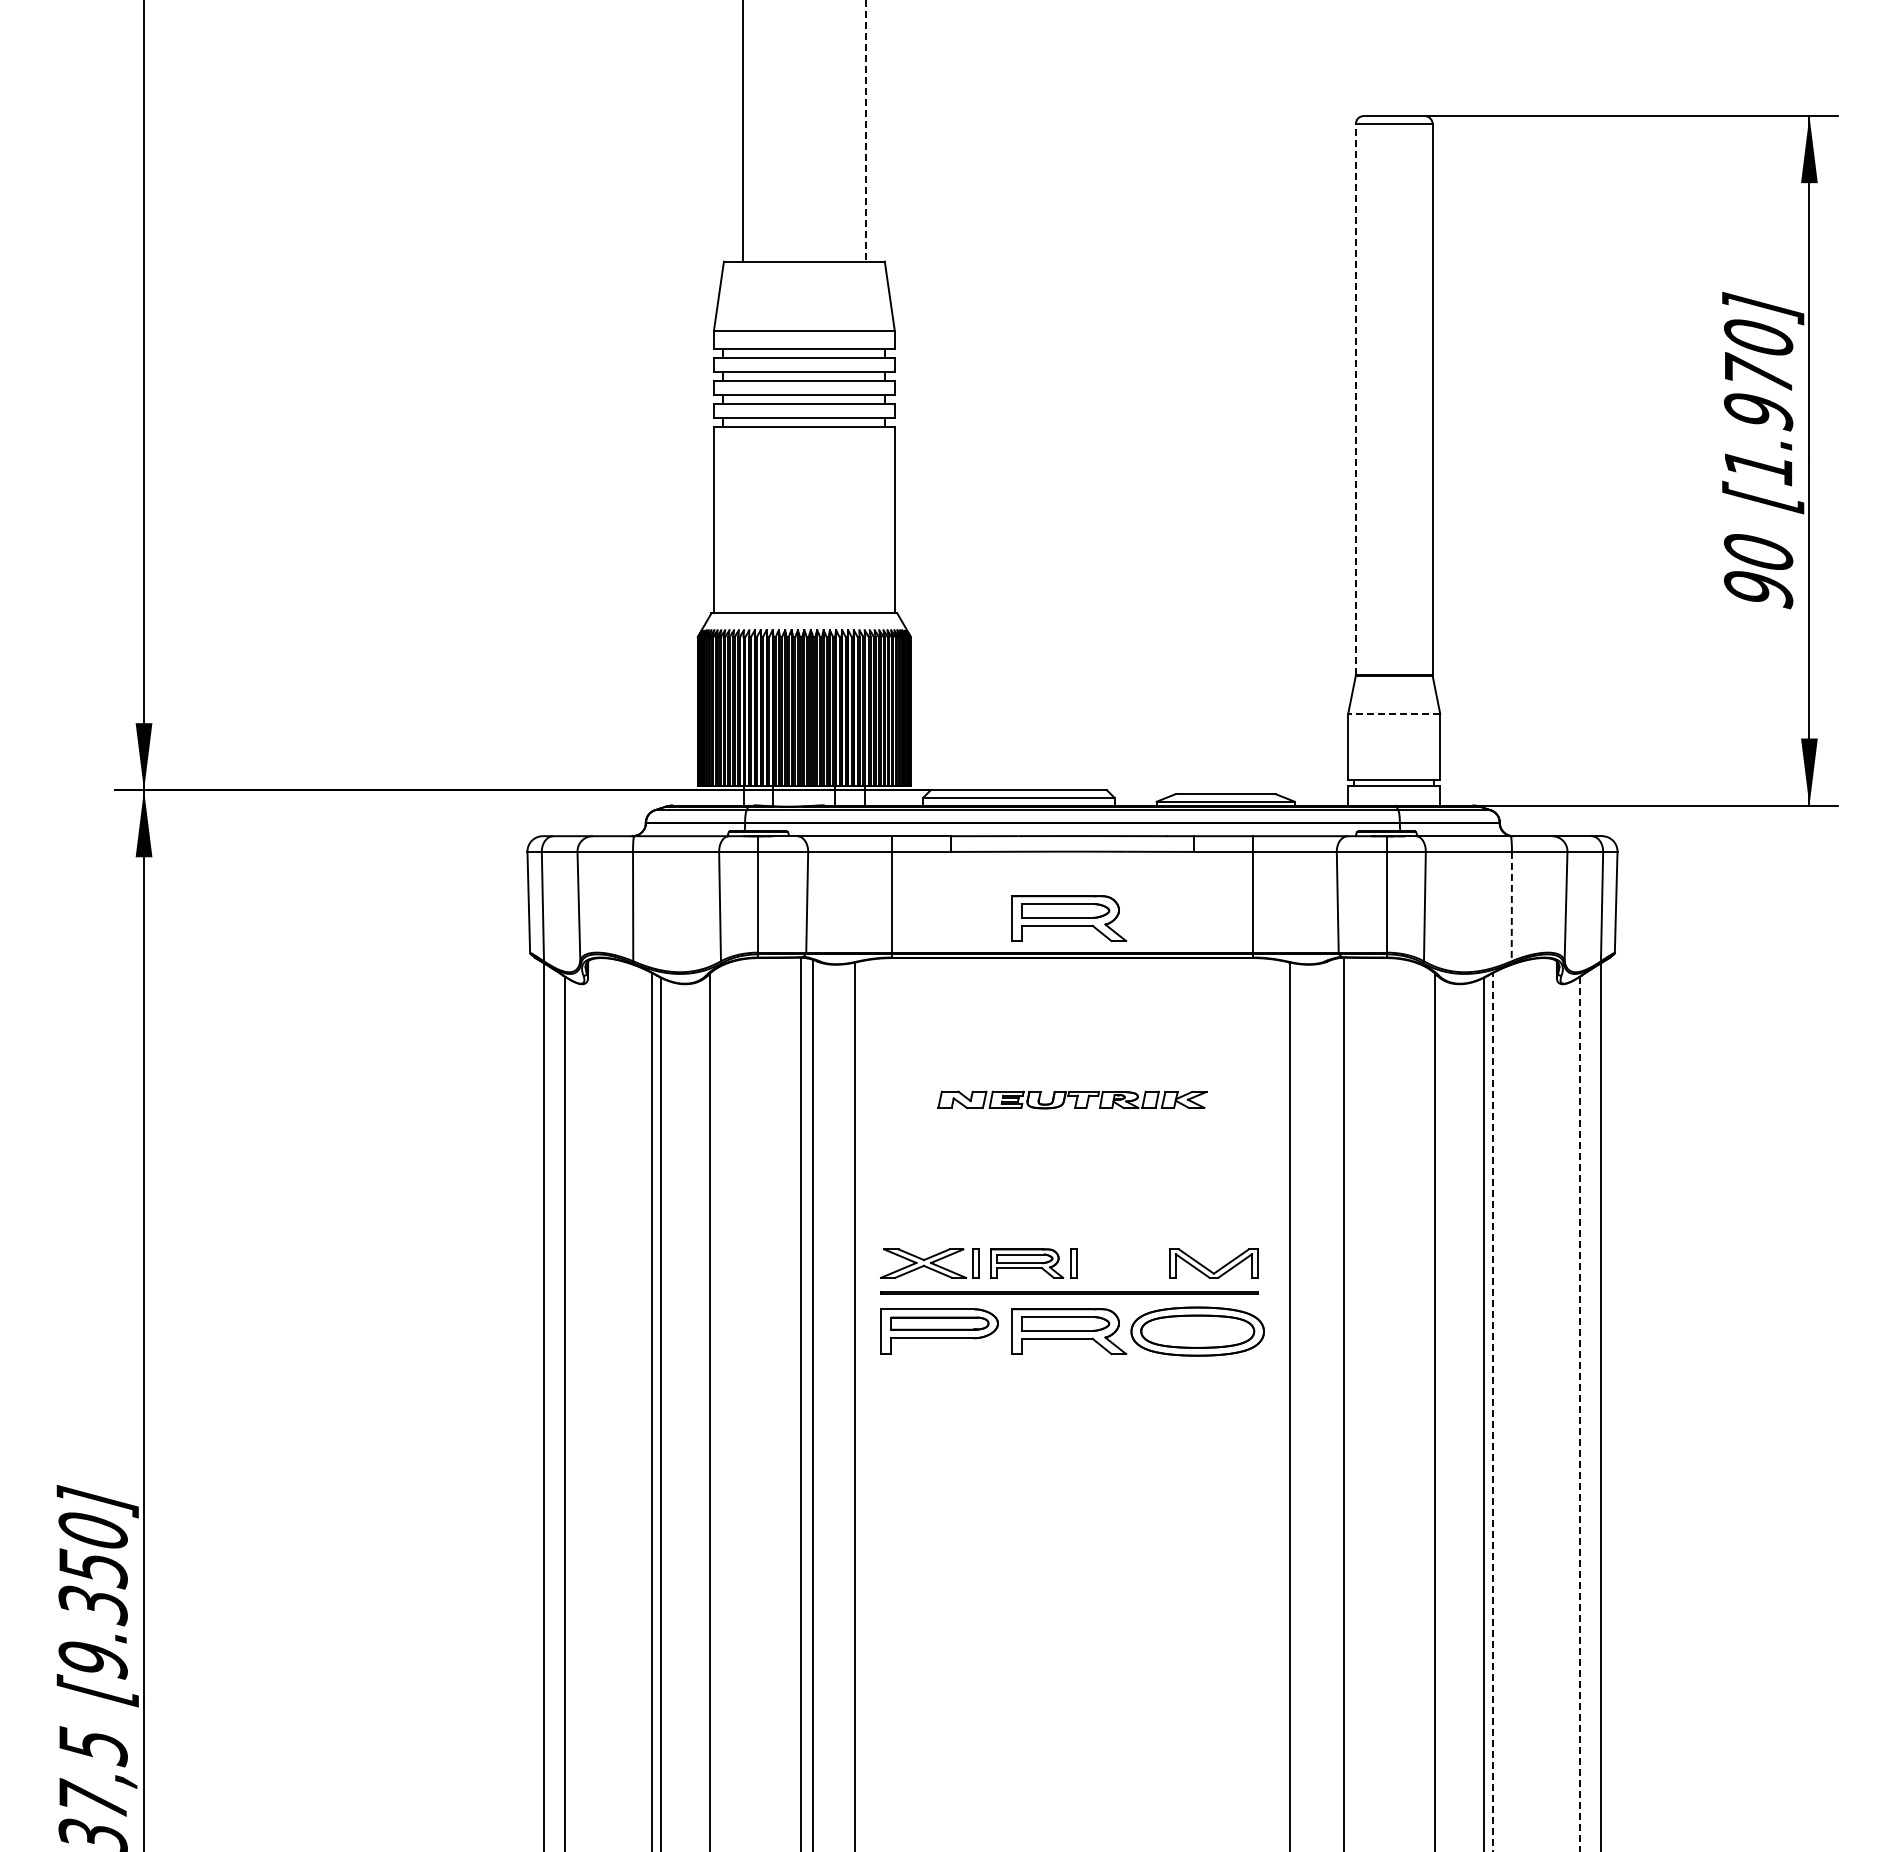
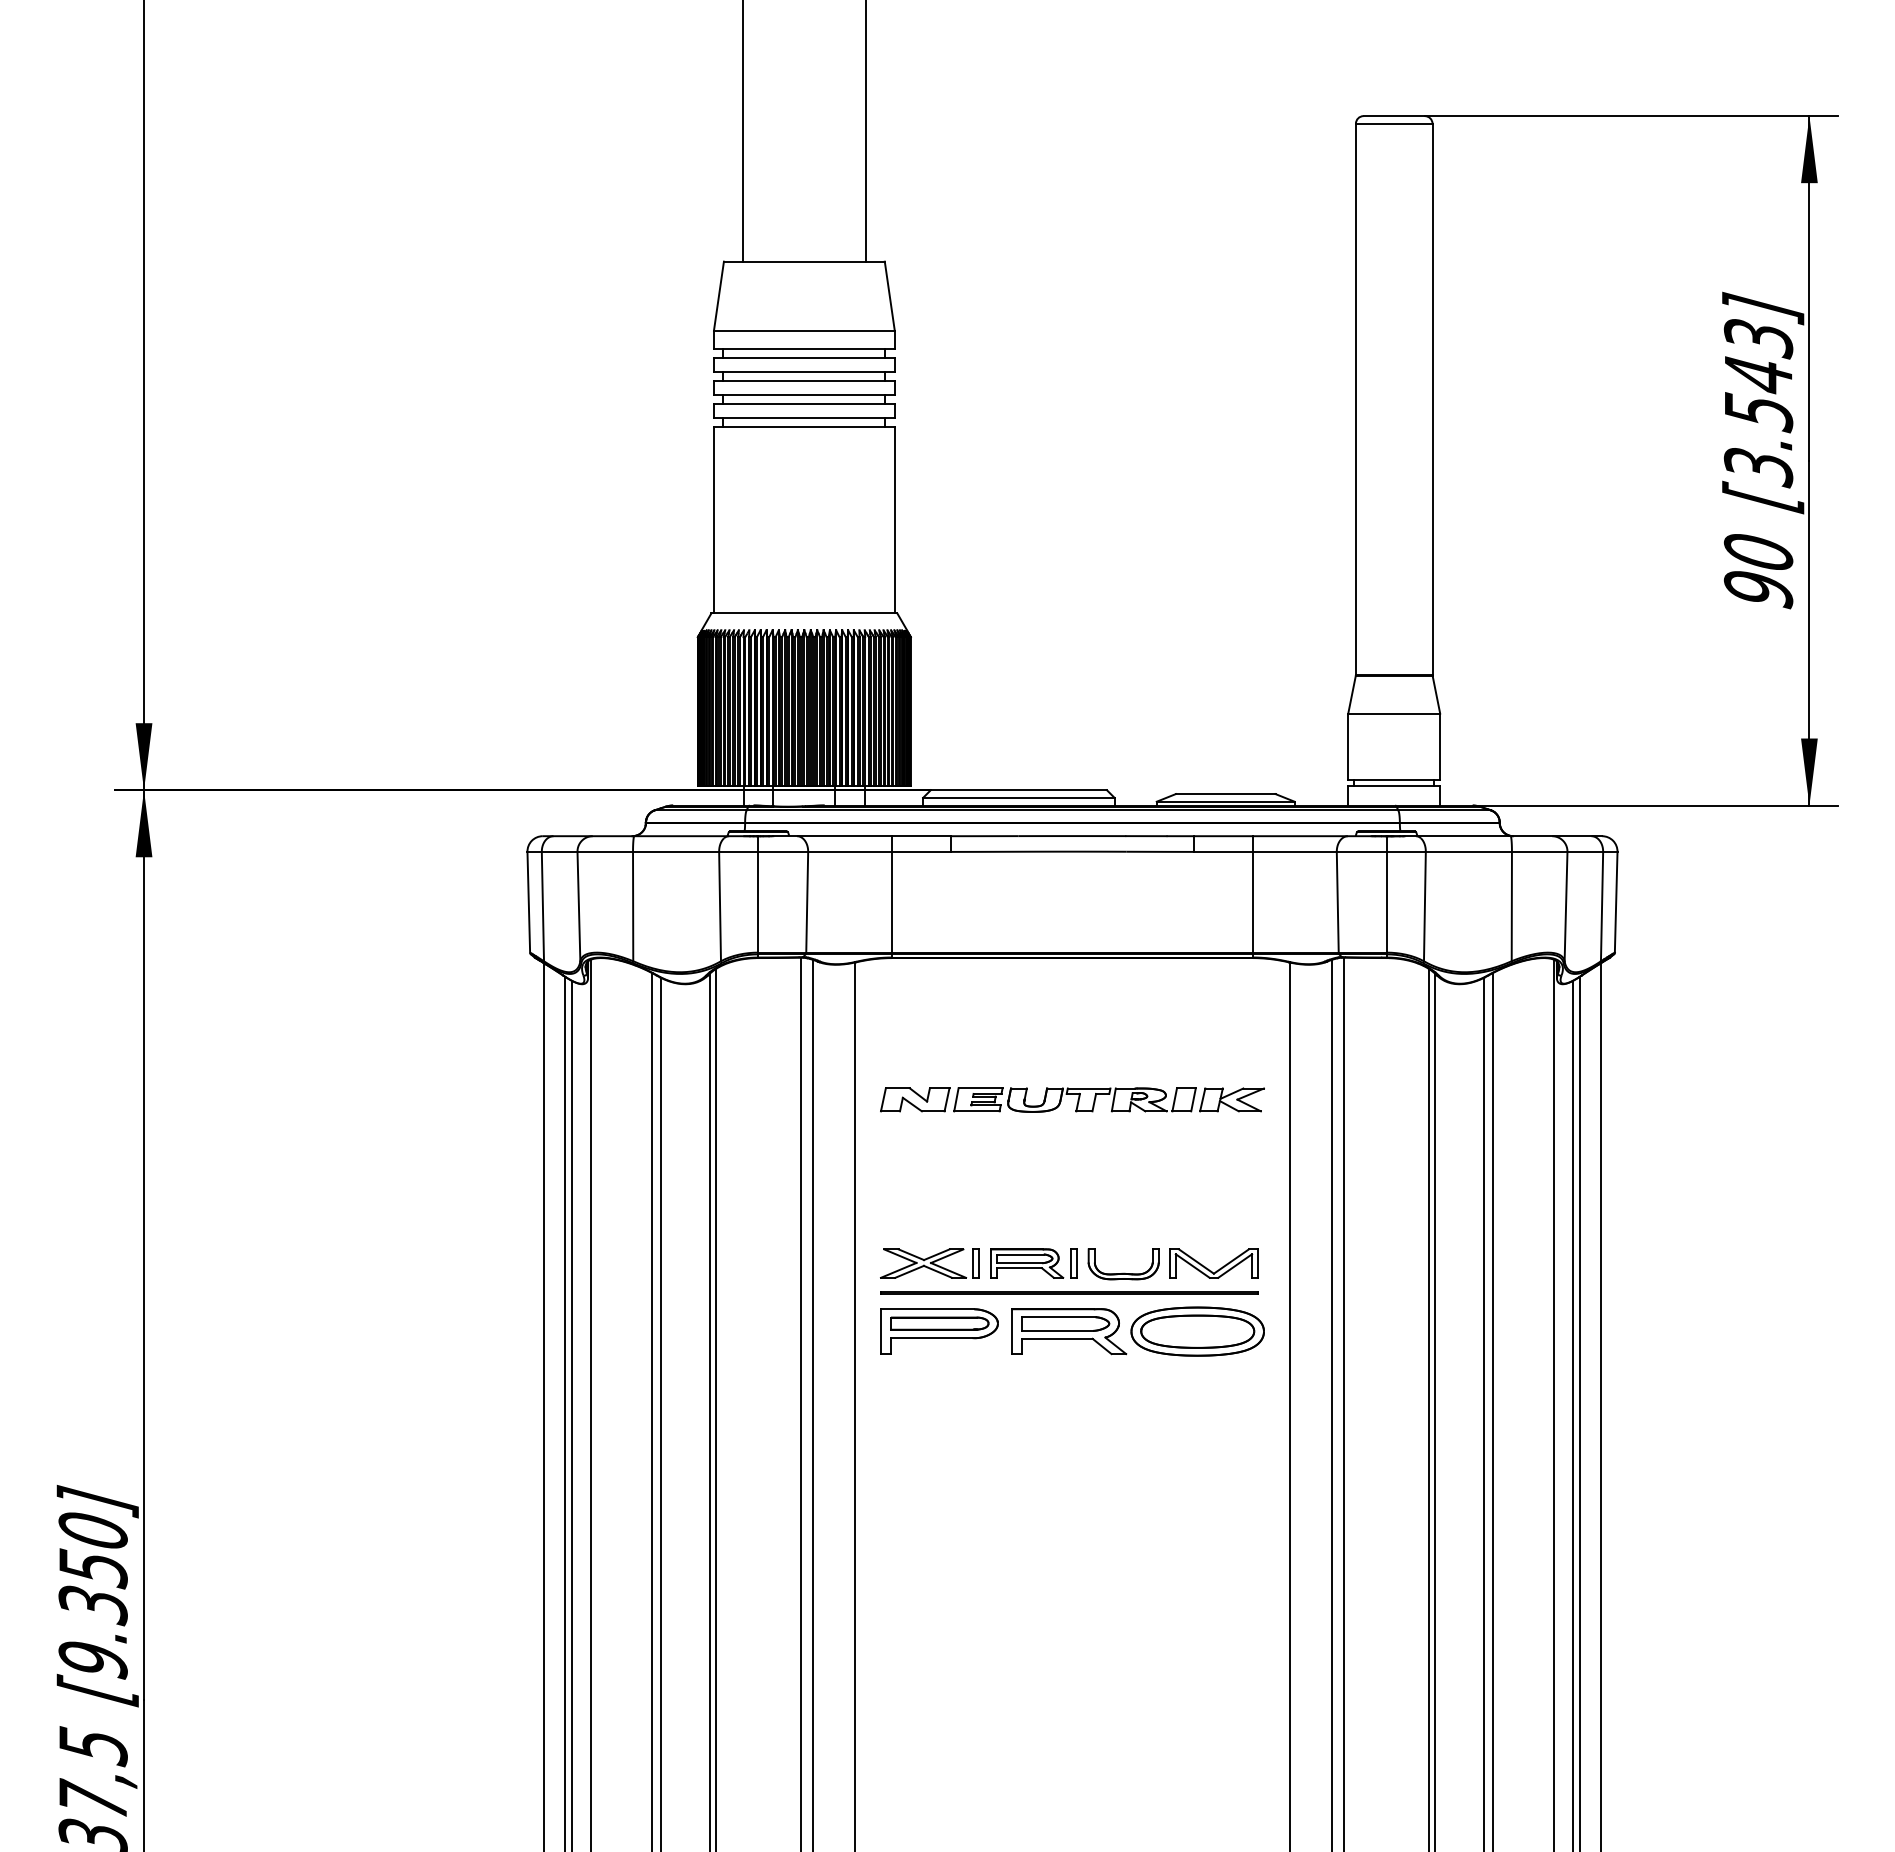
line at (866, 131): dashed -> solid
line at (1355, 398): dashed -> solid
text at (1758, 403): [1.970] -> [3.543]
line at (1394, 713): dashed -> solid
line at (1511, 906): dashed -> solid
part at (1069, 918): present -> none
part at (1072, 1099) size: 271x20 px -> 385x26 px
part at (1123, 1272): none -> present
line at (591, 1403): none -> present
line at (1332, 1403): none -> present
line at (1553, 1403): none -> present
line at (715, 1408): none -> present
line at (1429, 1408): none -> present
line at (1493, 1411): dashed -> solid
line at (1580, 1413): dashed -> solid
line at (572, 1414): none -> present
line at (1572, 1414): none -> present
